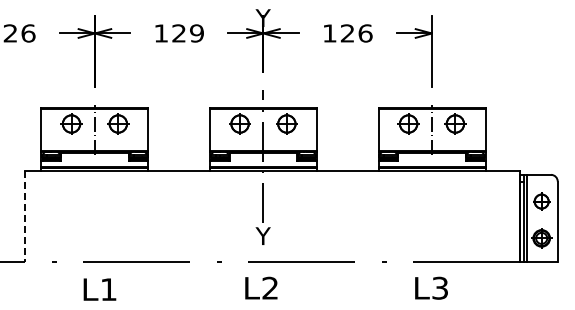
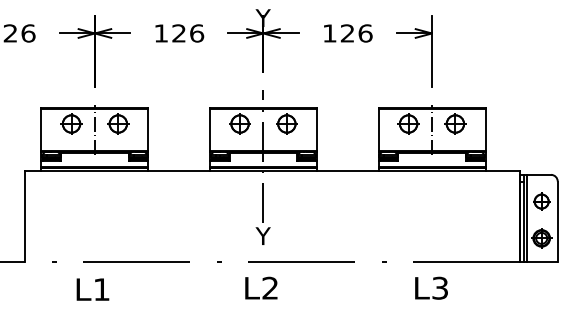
text at (197, 33): 129 -> 126
line at (25, 216): dashed -> solid
text at (99, 289) position: (99, 289) -> (92, 289)
